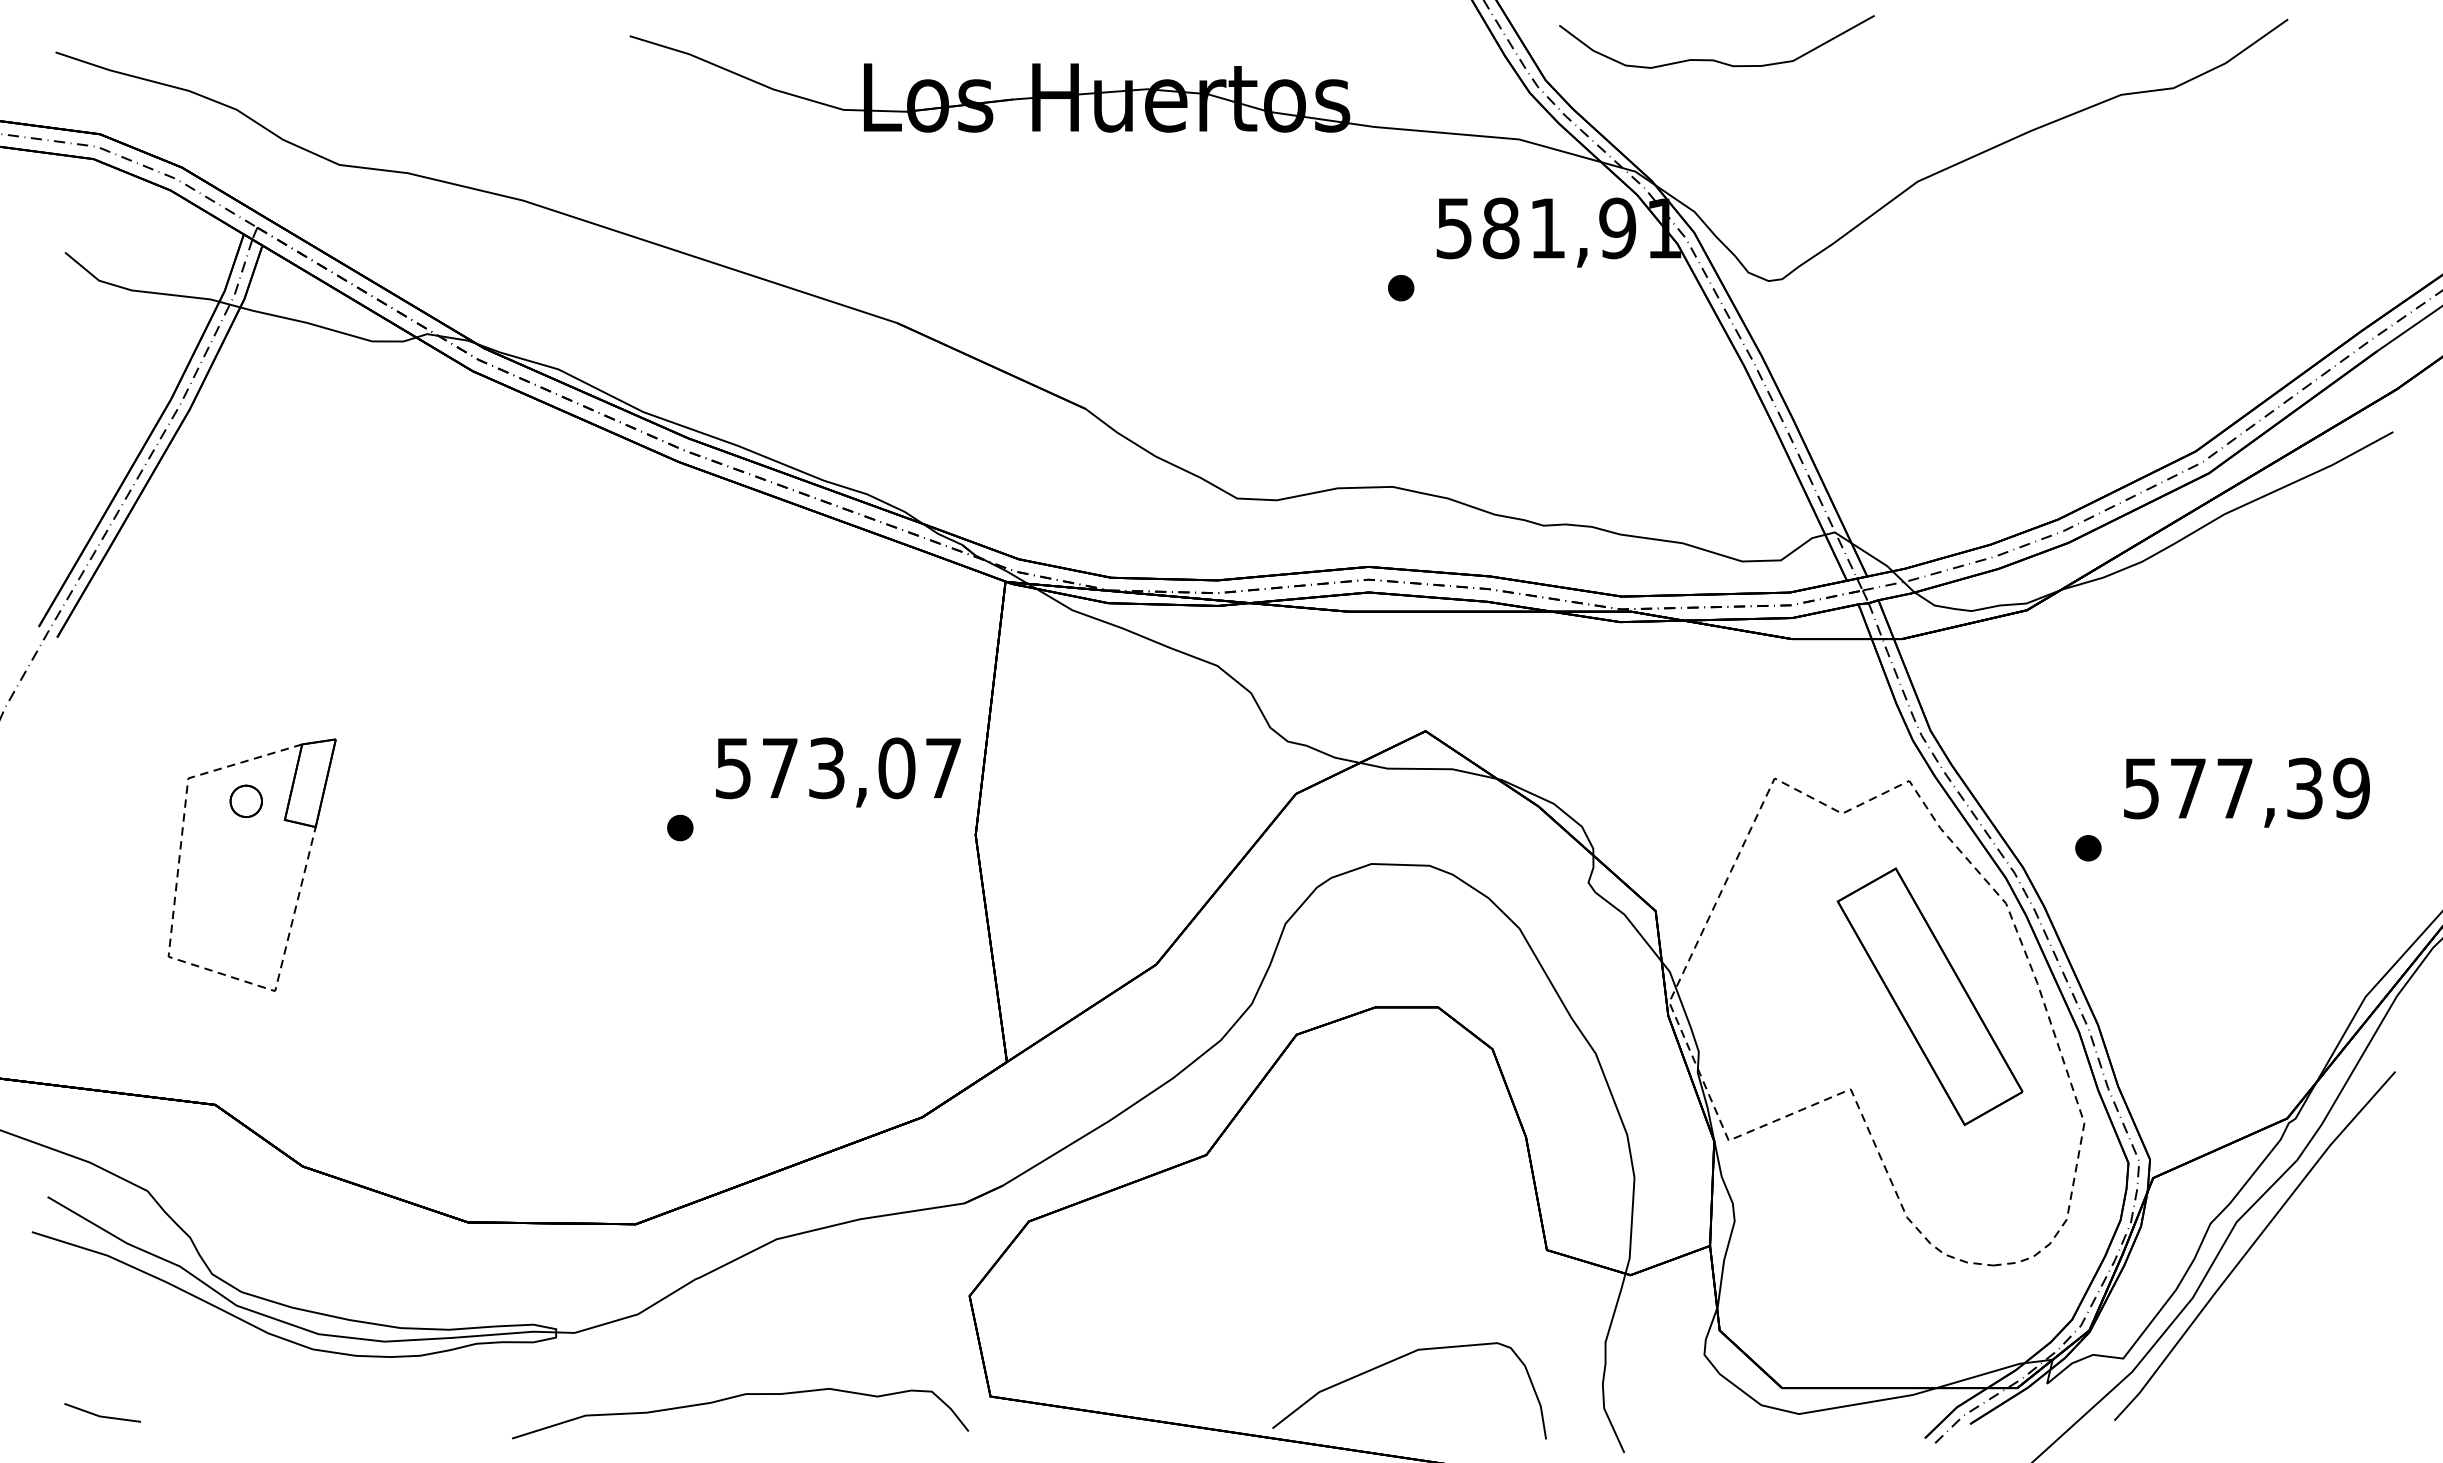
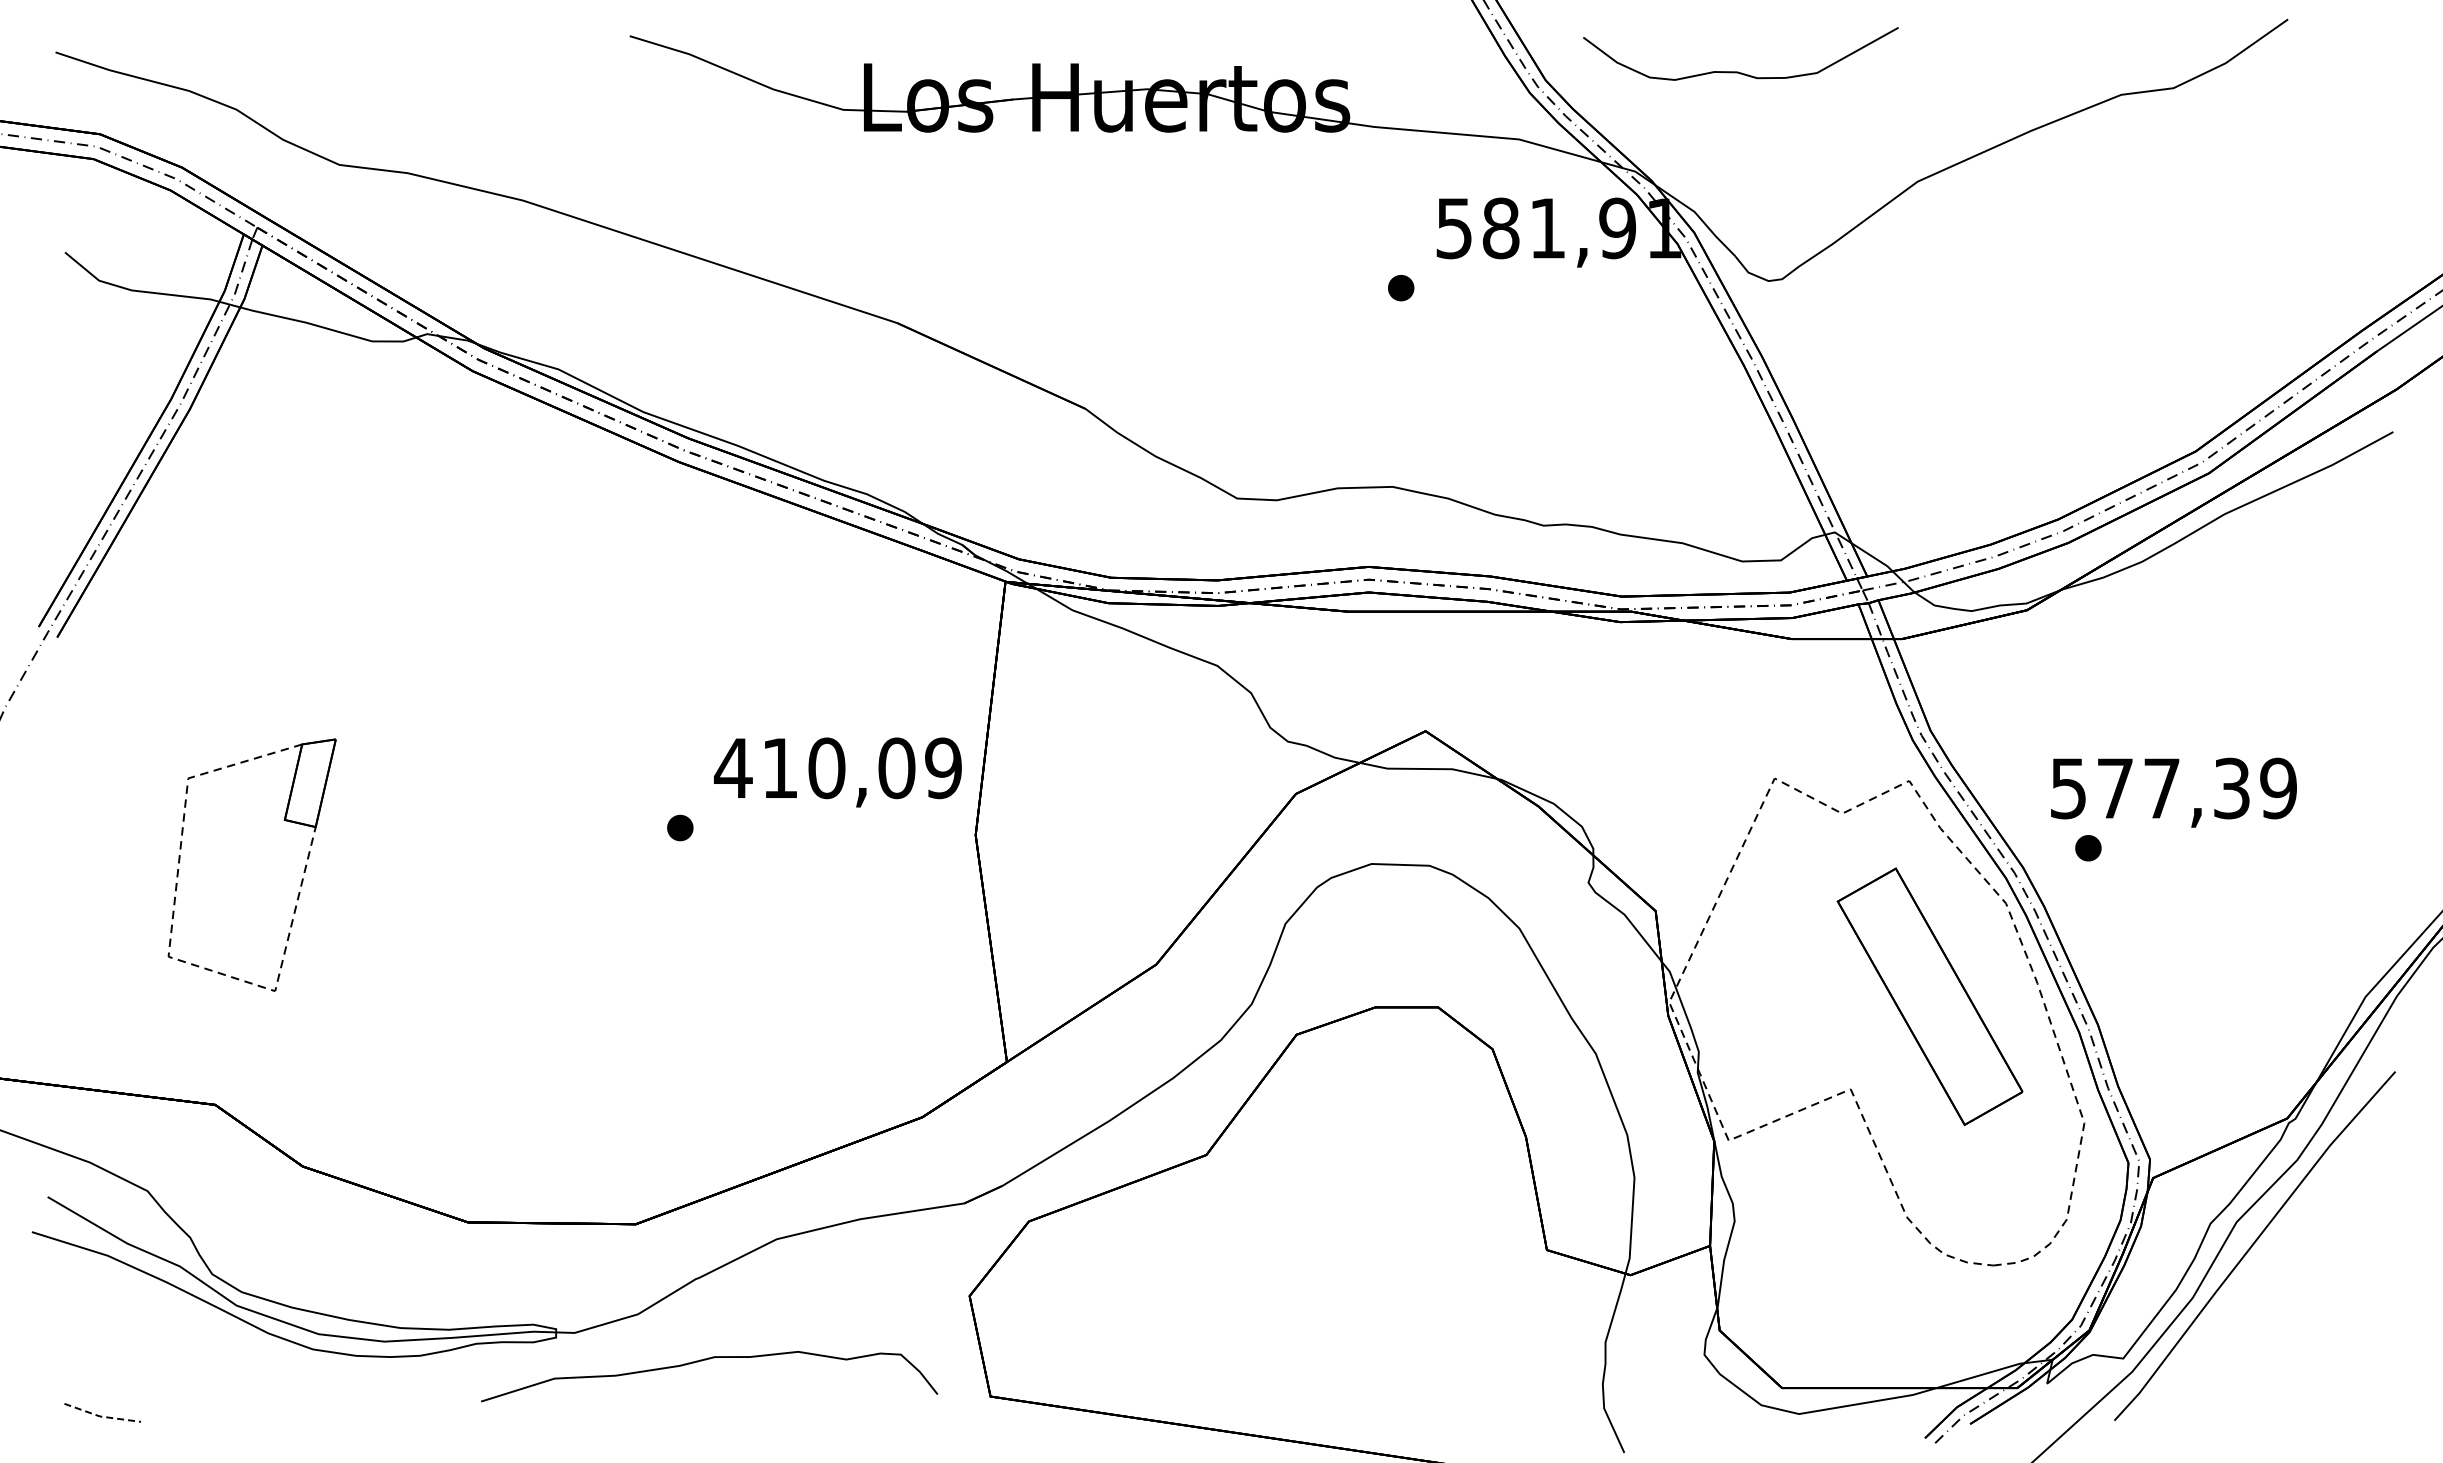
curve at (1714, 59) position: (1714, 59) -> (1738, 71)
text at (837, 768): 573,07 -> 410,09
text at (2246, 792) position: (2246, 792) -> (2173, 792)
part at (245, 800): present -> none
curve at (1396, 1360): present -> none
curve at (737, 1397) position: (737, 1397) -> (706, 1360)
line at (101, 1416): solid -> dashed
